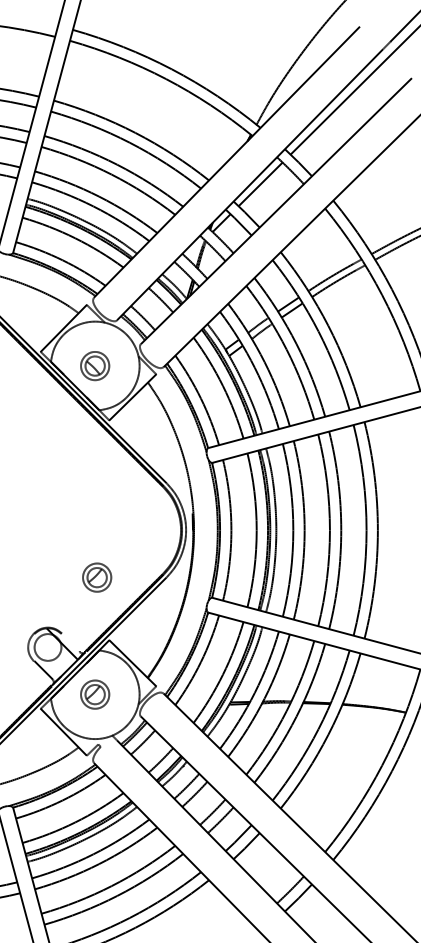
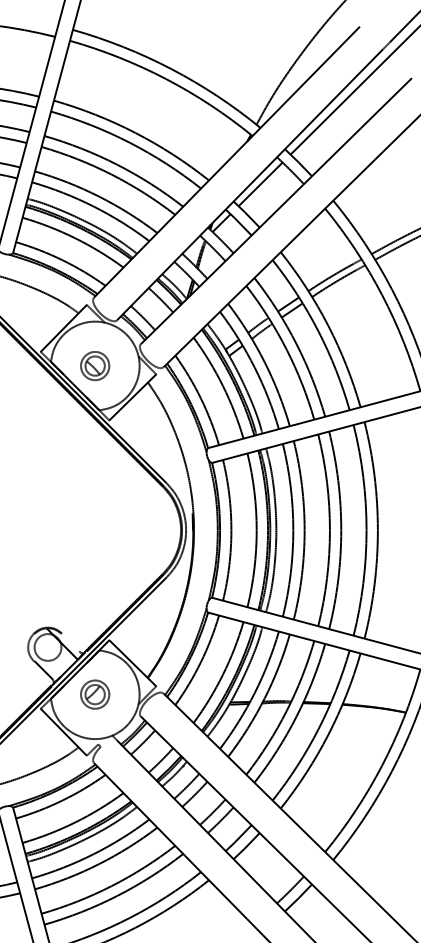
part at (97, 577): present -> none
